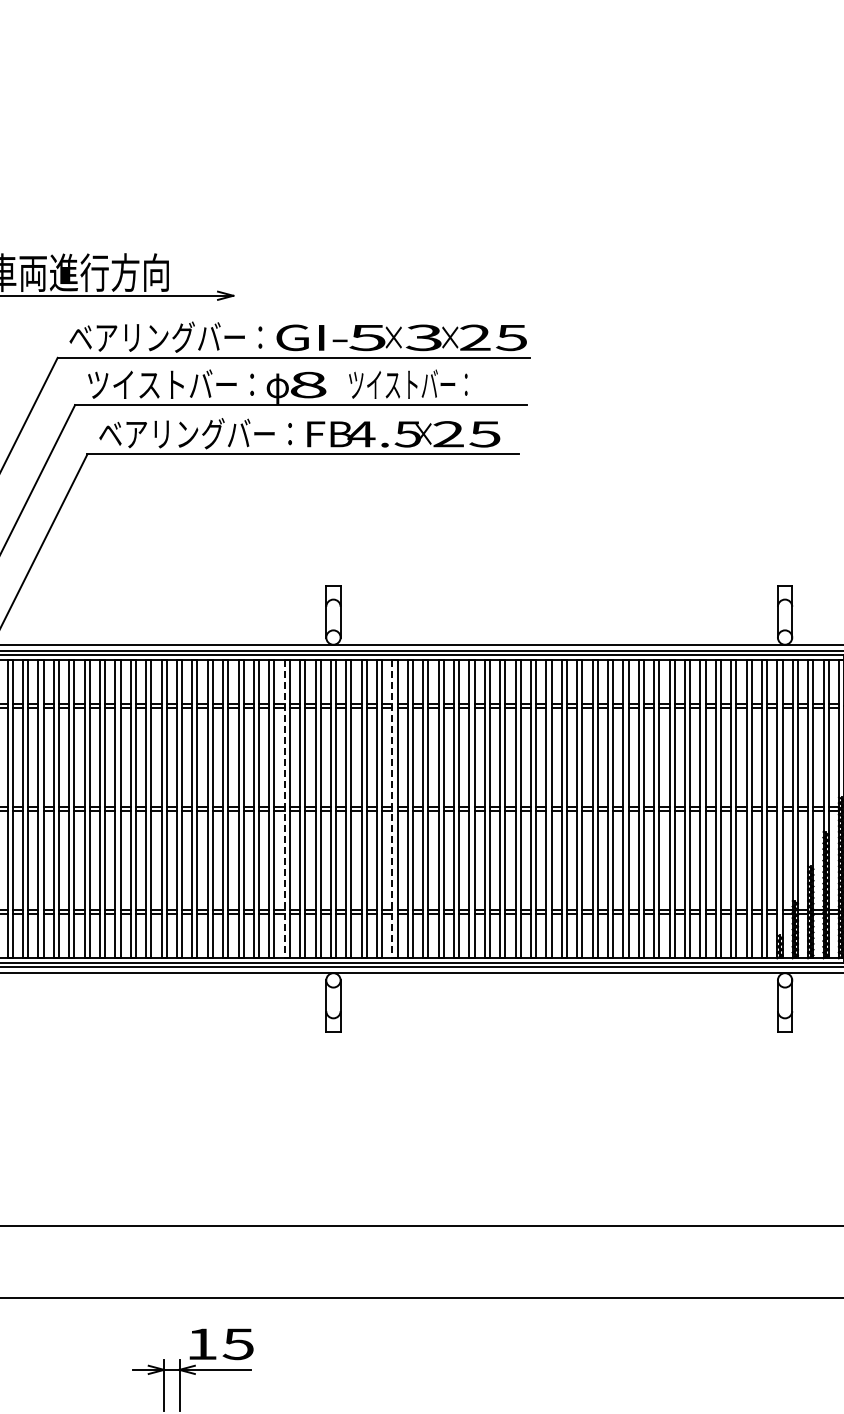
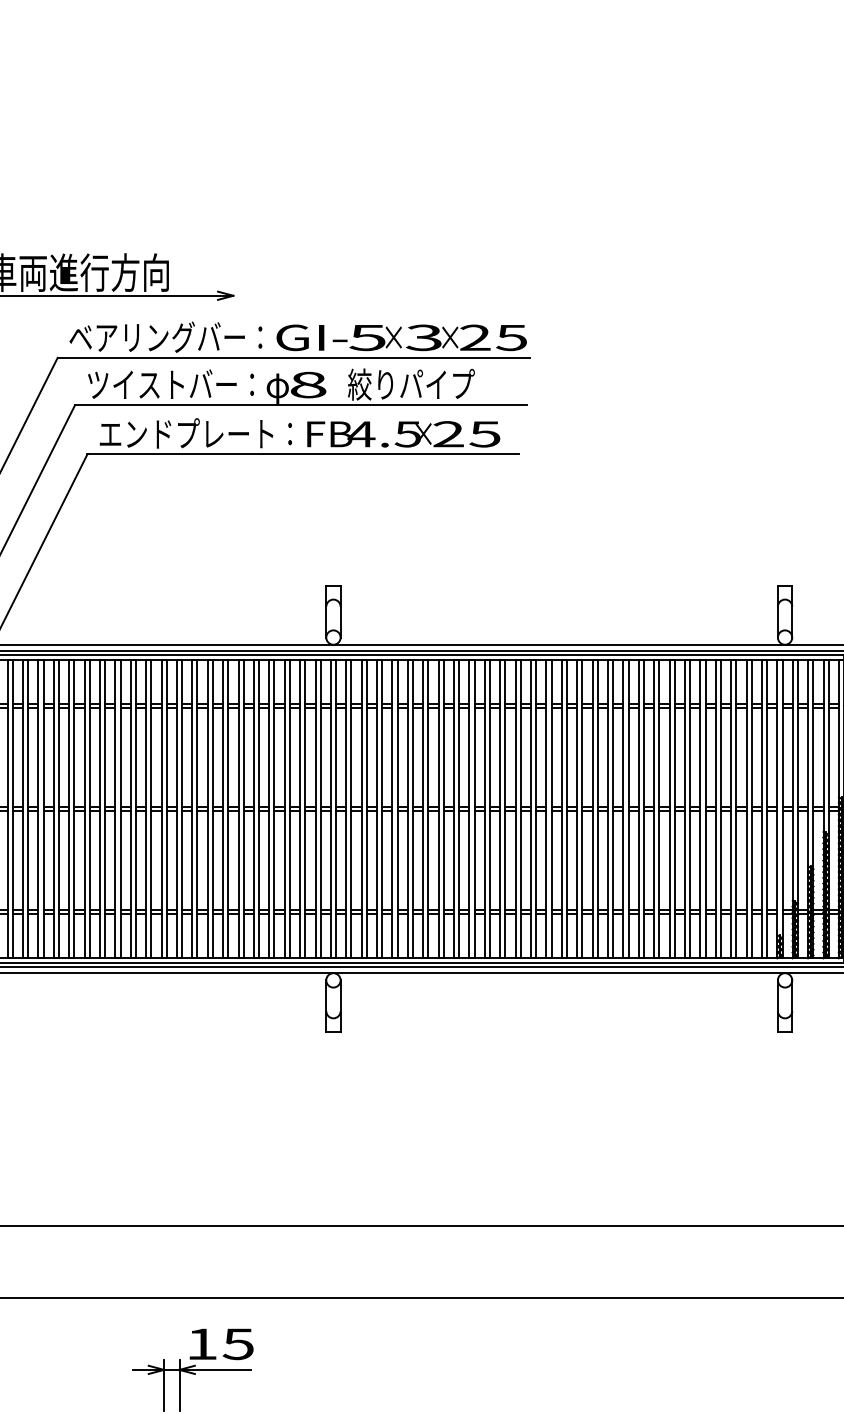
text at (411, 384): ツイストバー： -> 絞りパイプ
text at (186, 433): ベアリングバー： -> エンドプレート：
line at (284, 809): dashed -> solid
line at (392, 809): dashed -> solid
